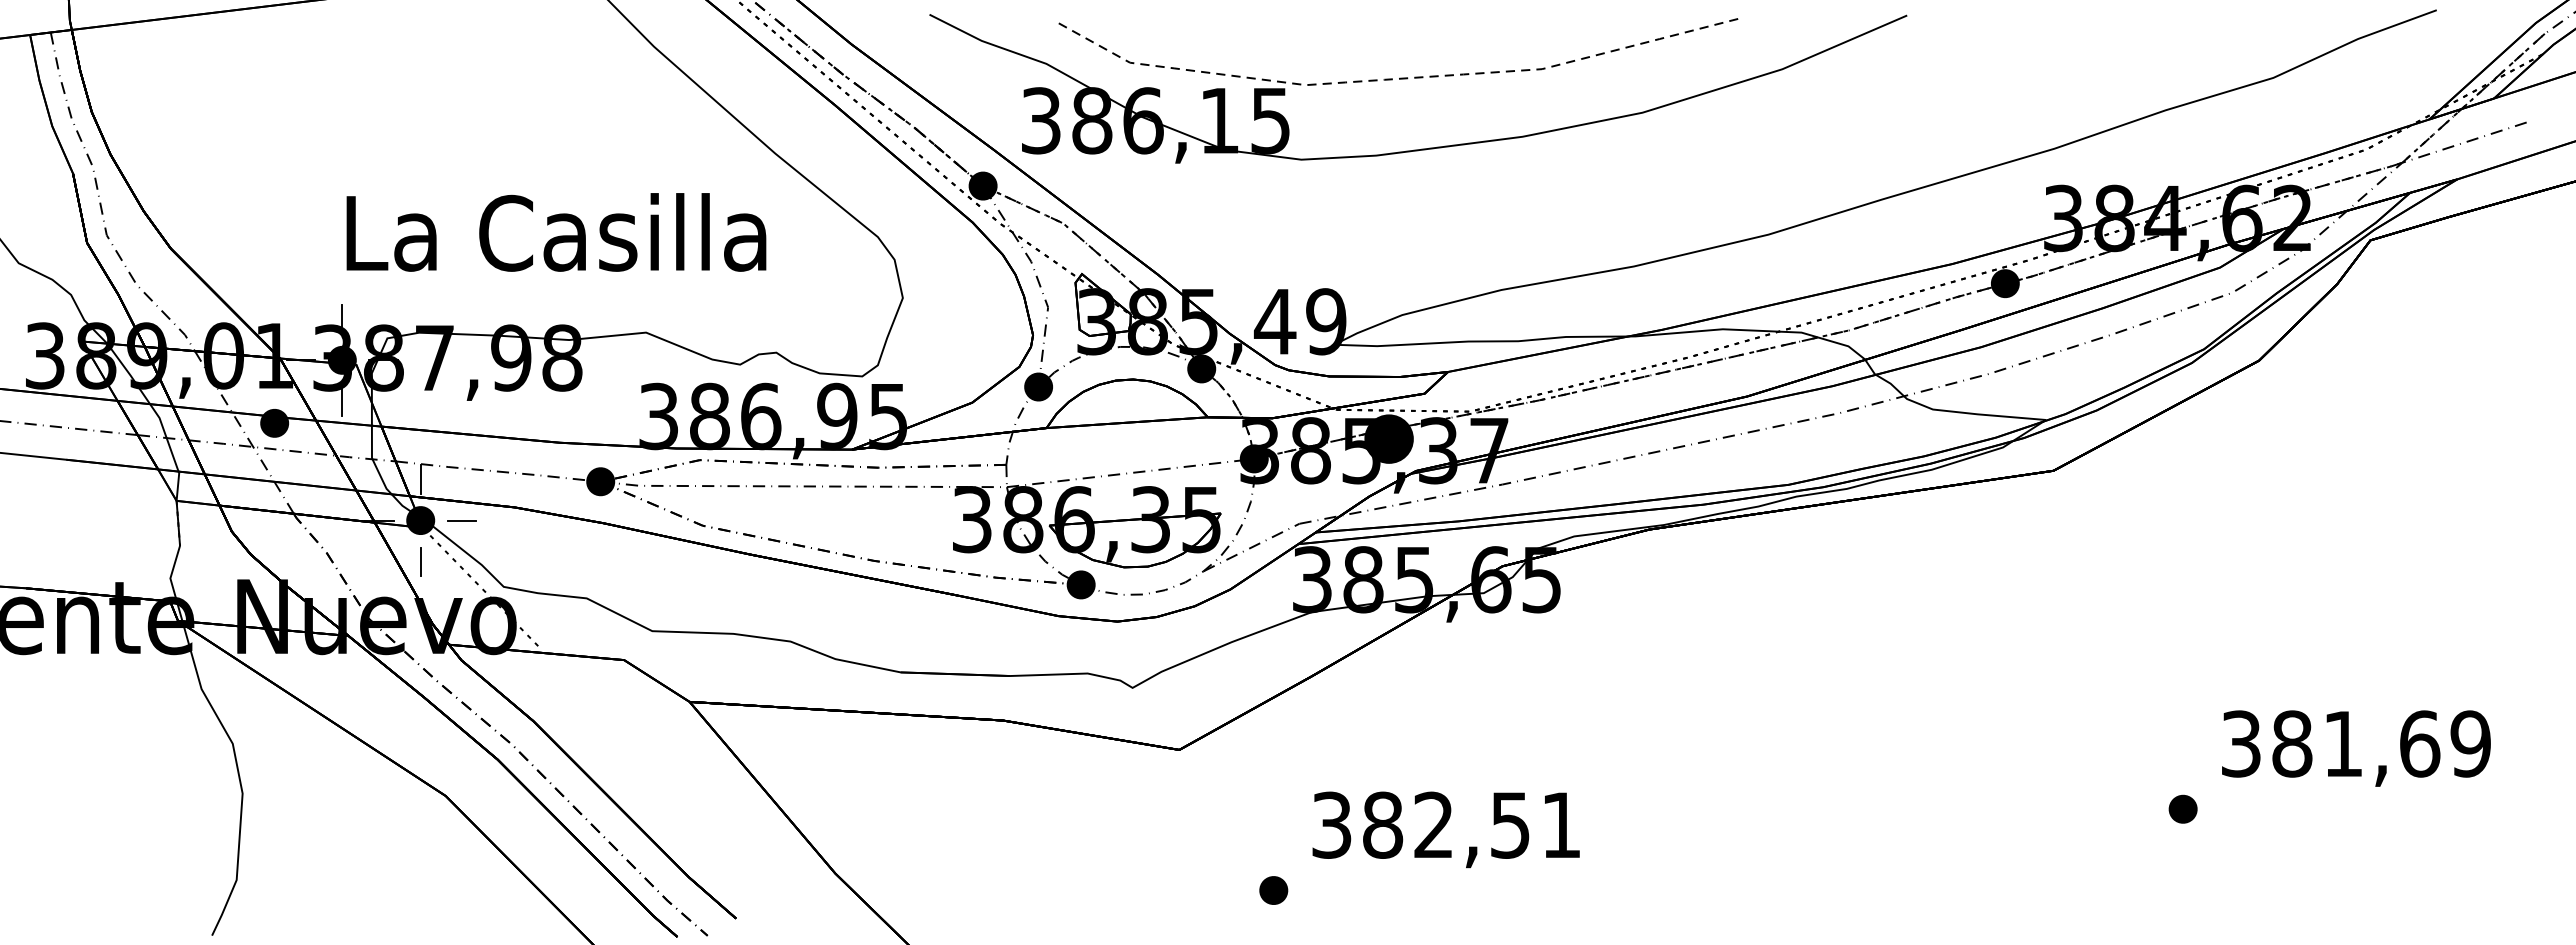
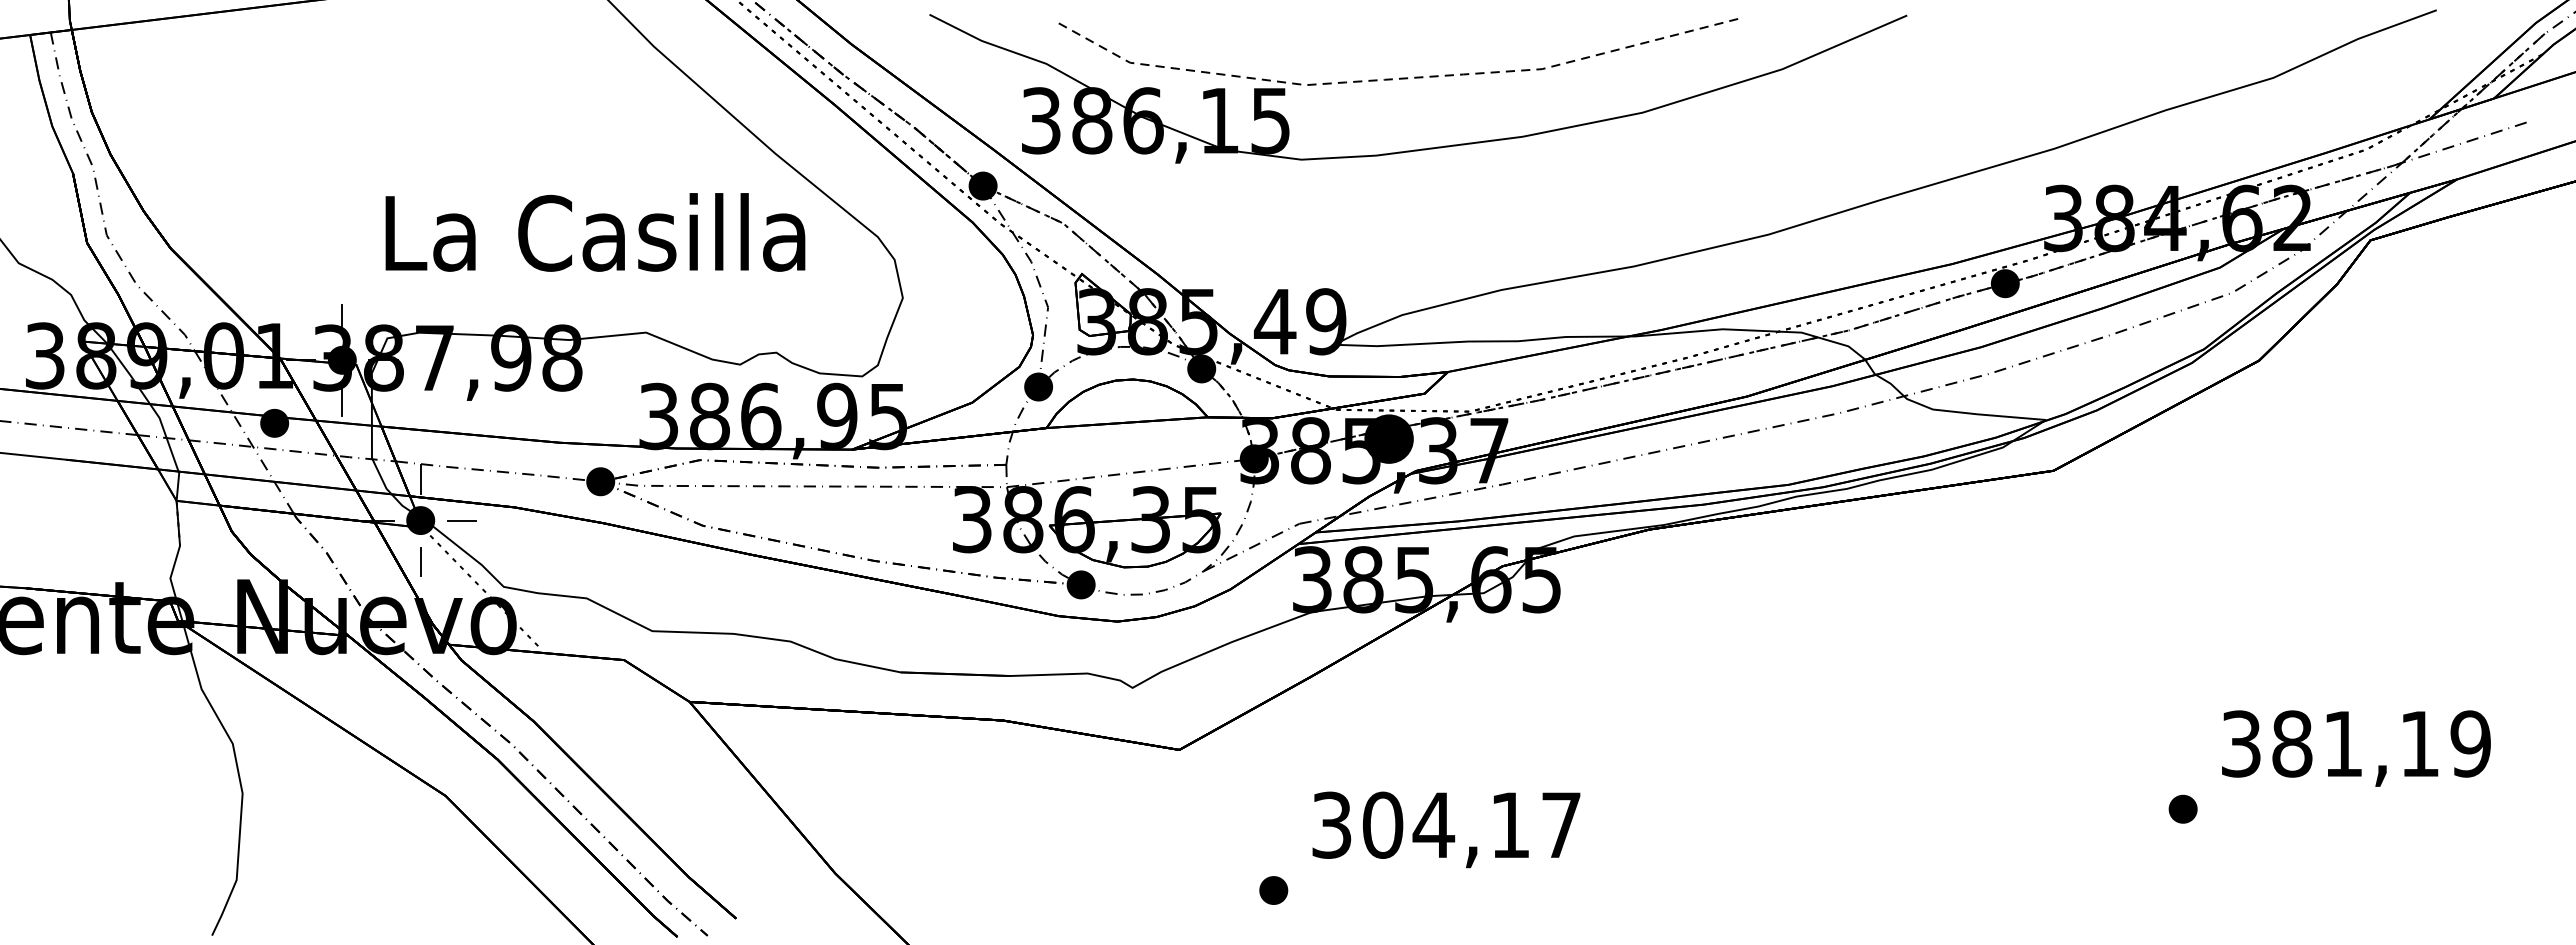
text at (556, 232) position: (556, 232) -> (595, 232)
text at (2420, 743): 381,69 -> 381,19
text at (1471, 824): 382,51 -> 304,17
